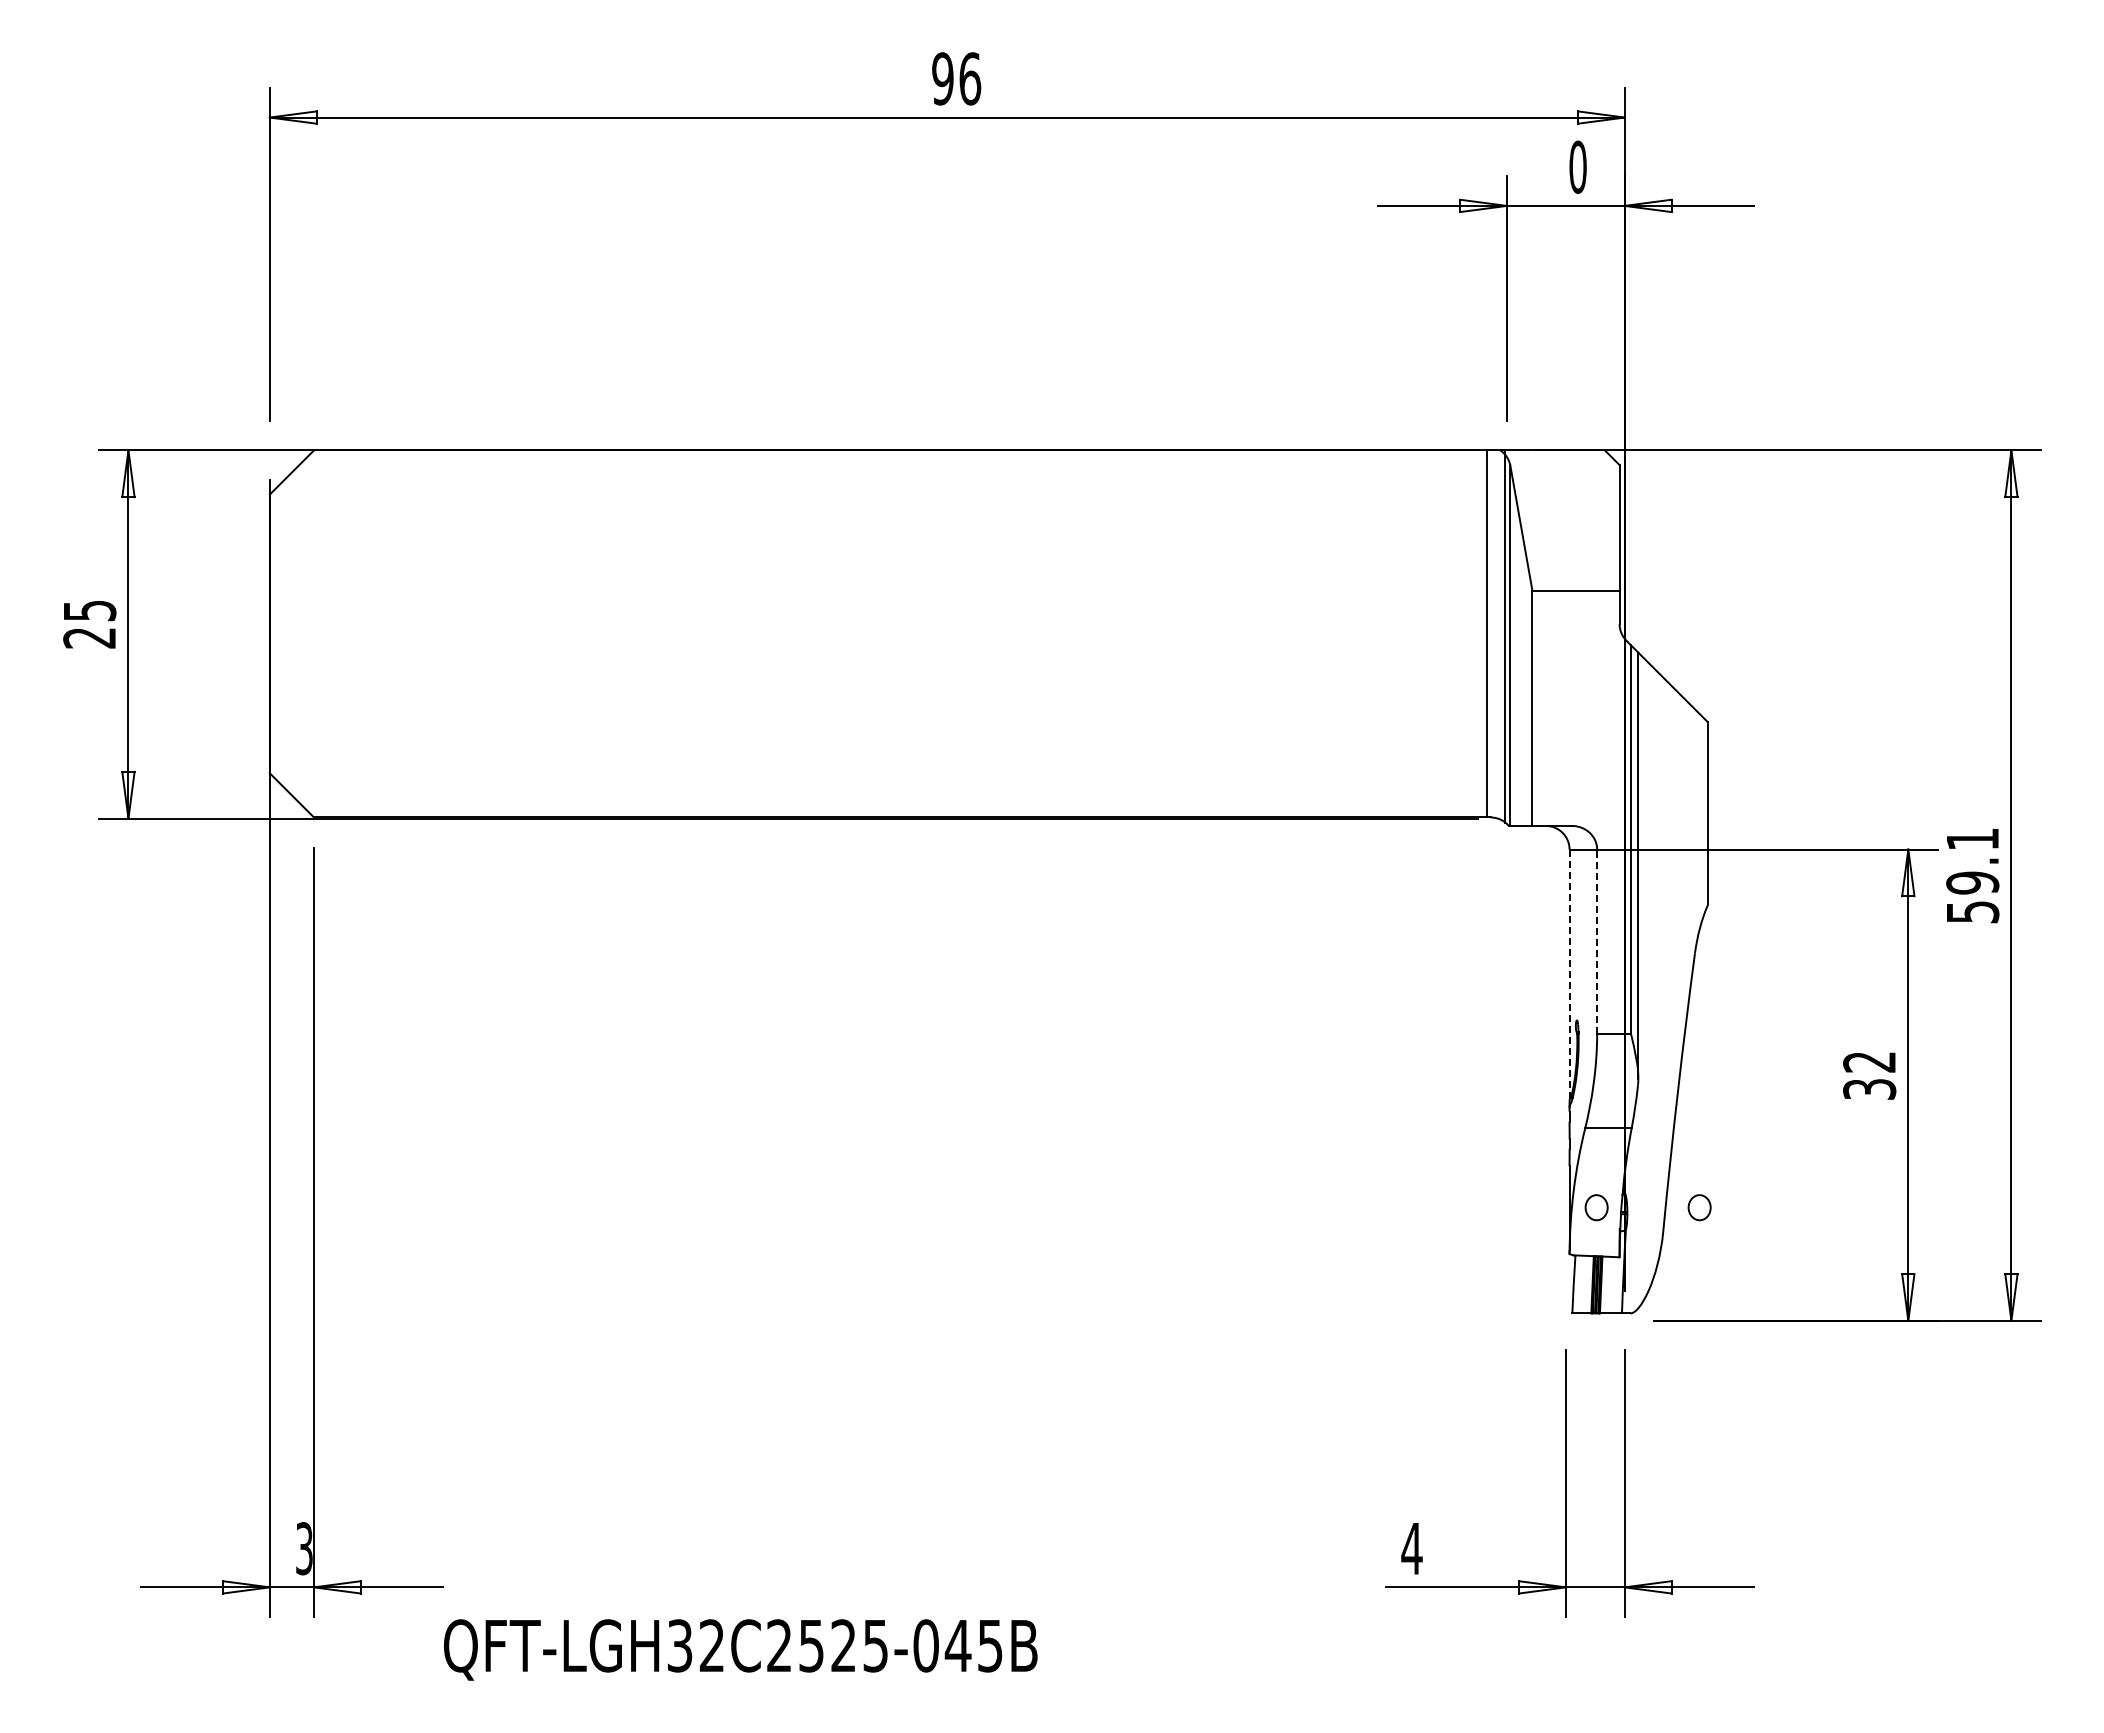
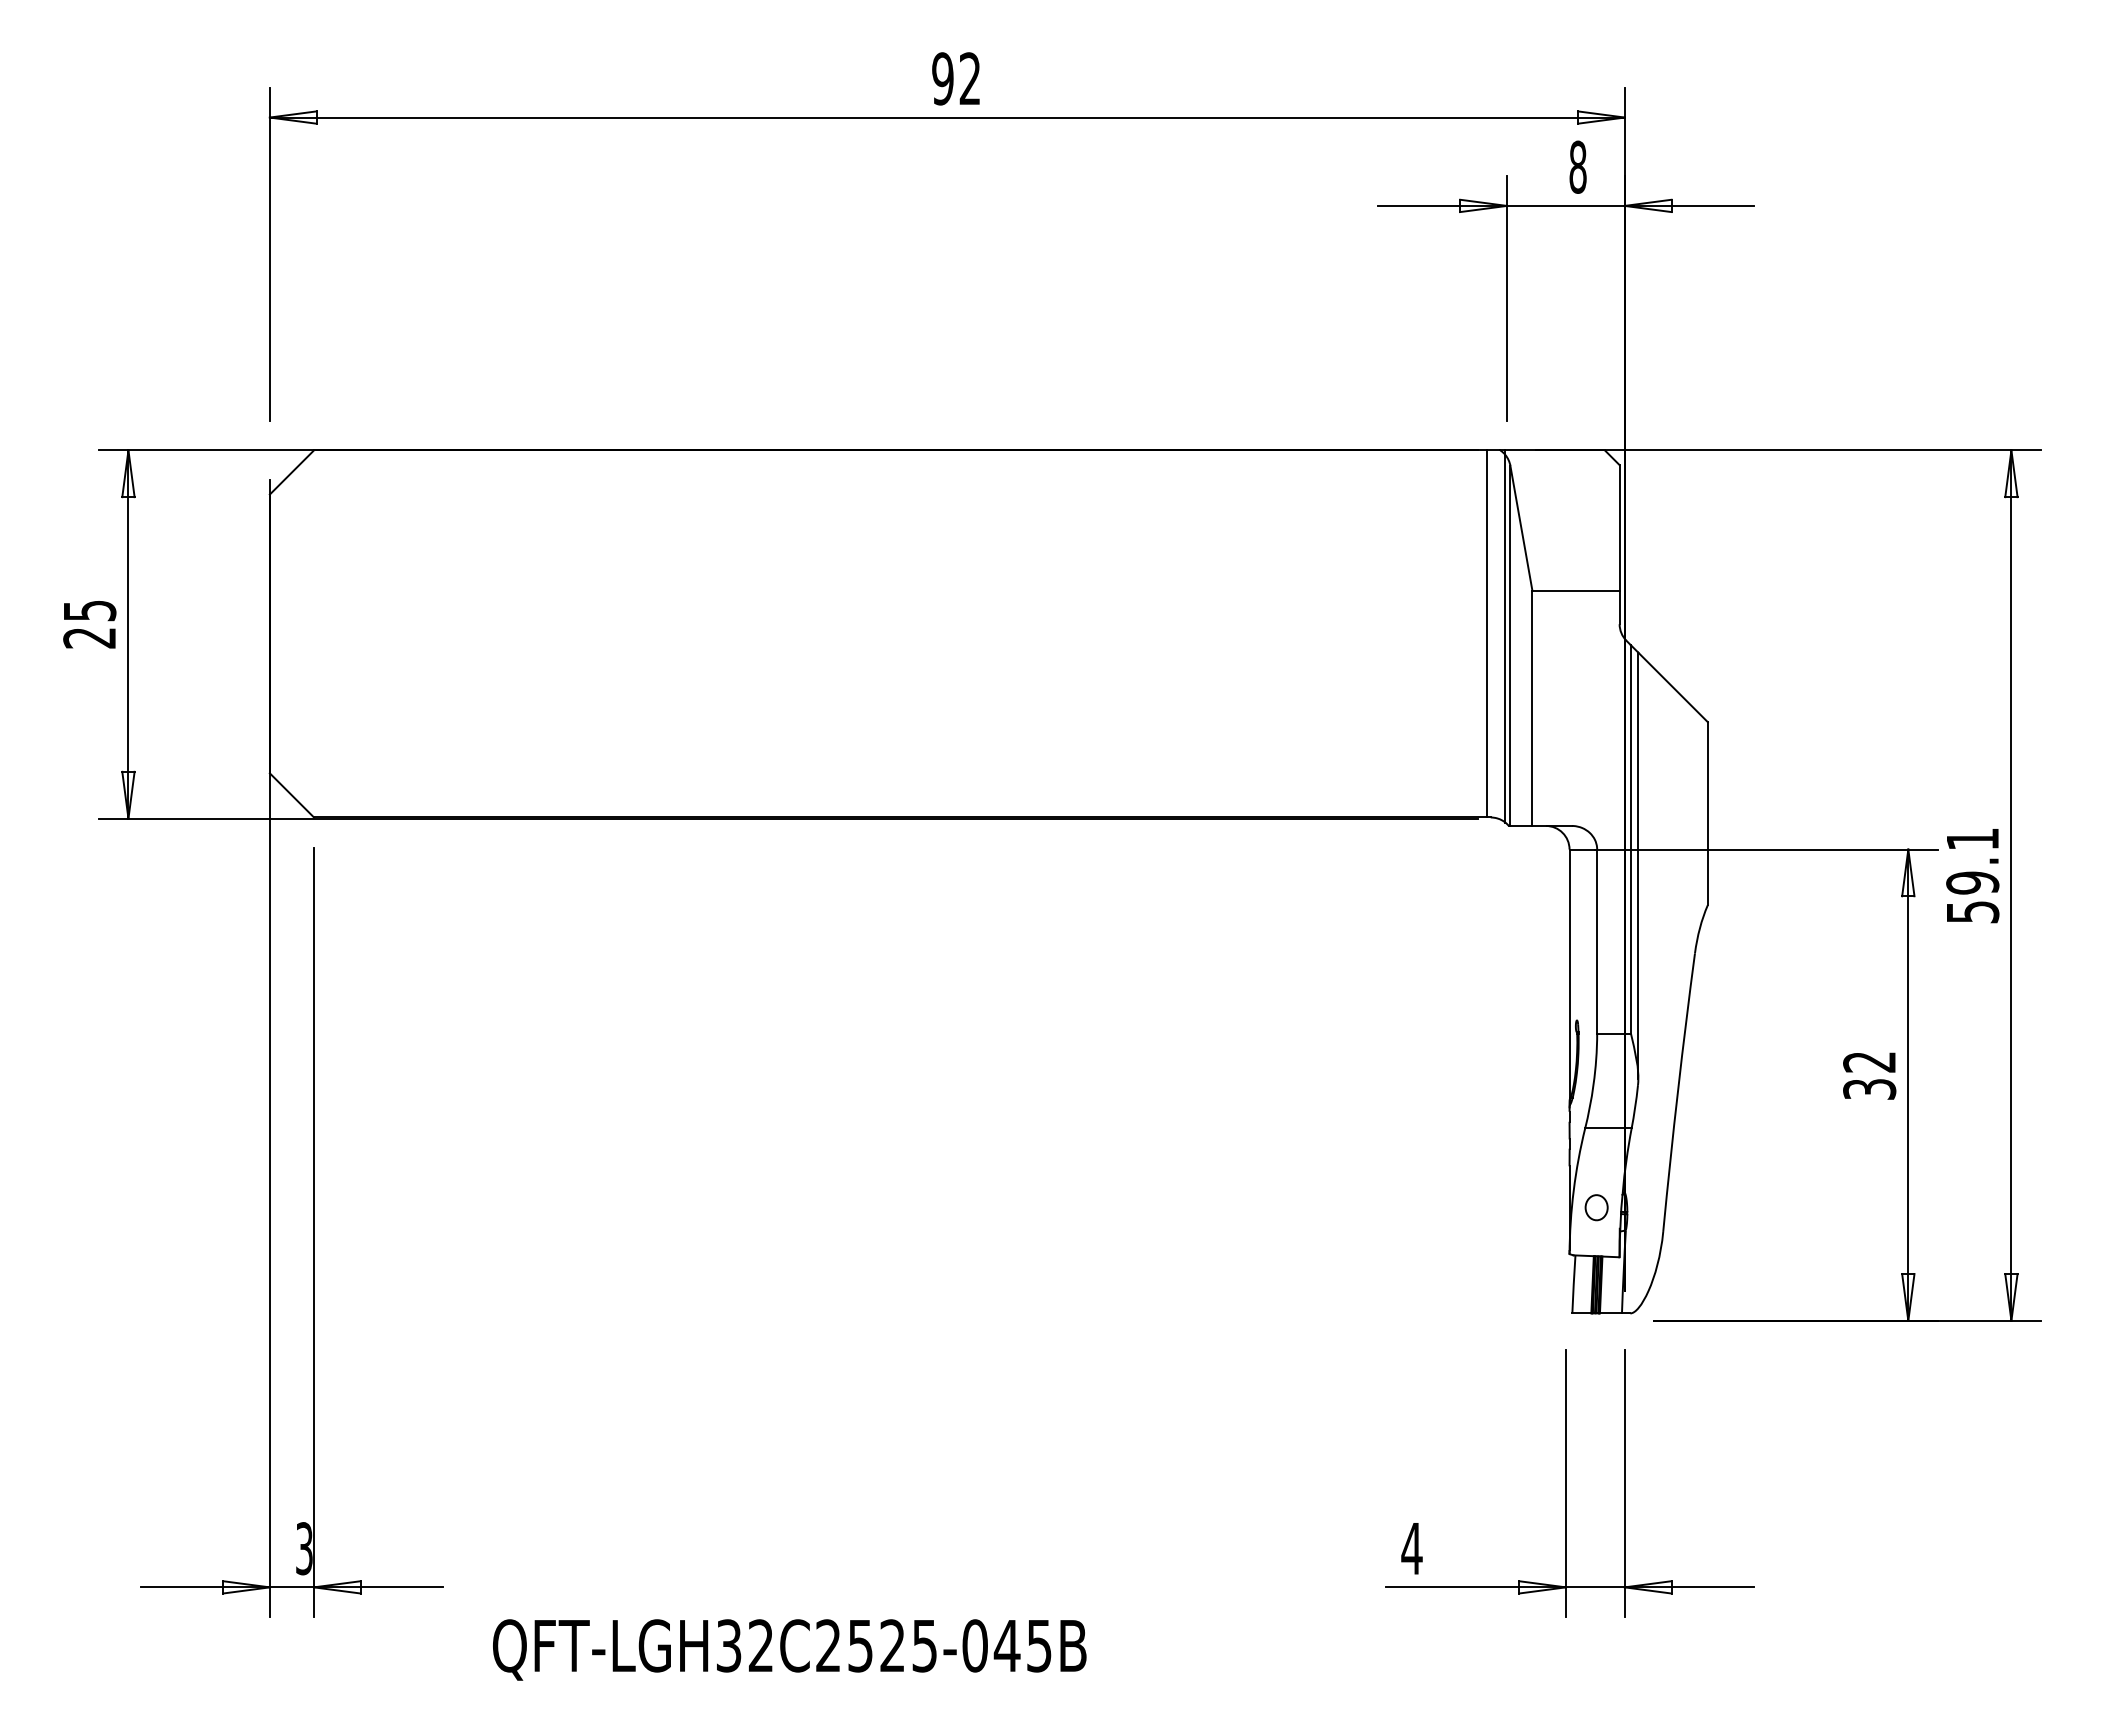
text at (970, 78): 96 -> 92
text at (1577, 166): 0 -> 8
line at (1597, 941): dashed -> solid
line at (1569, 977): dashed -> solid
part at (1699, 1207): present -> none
text at (740, 1649) position: (740, 1649) -> (789, 1649)
